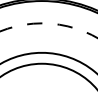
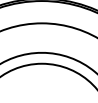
arc at (50, 23): dashed -> solid
